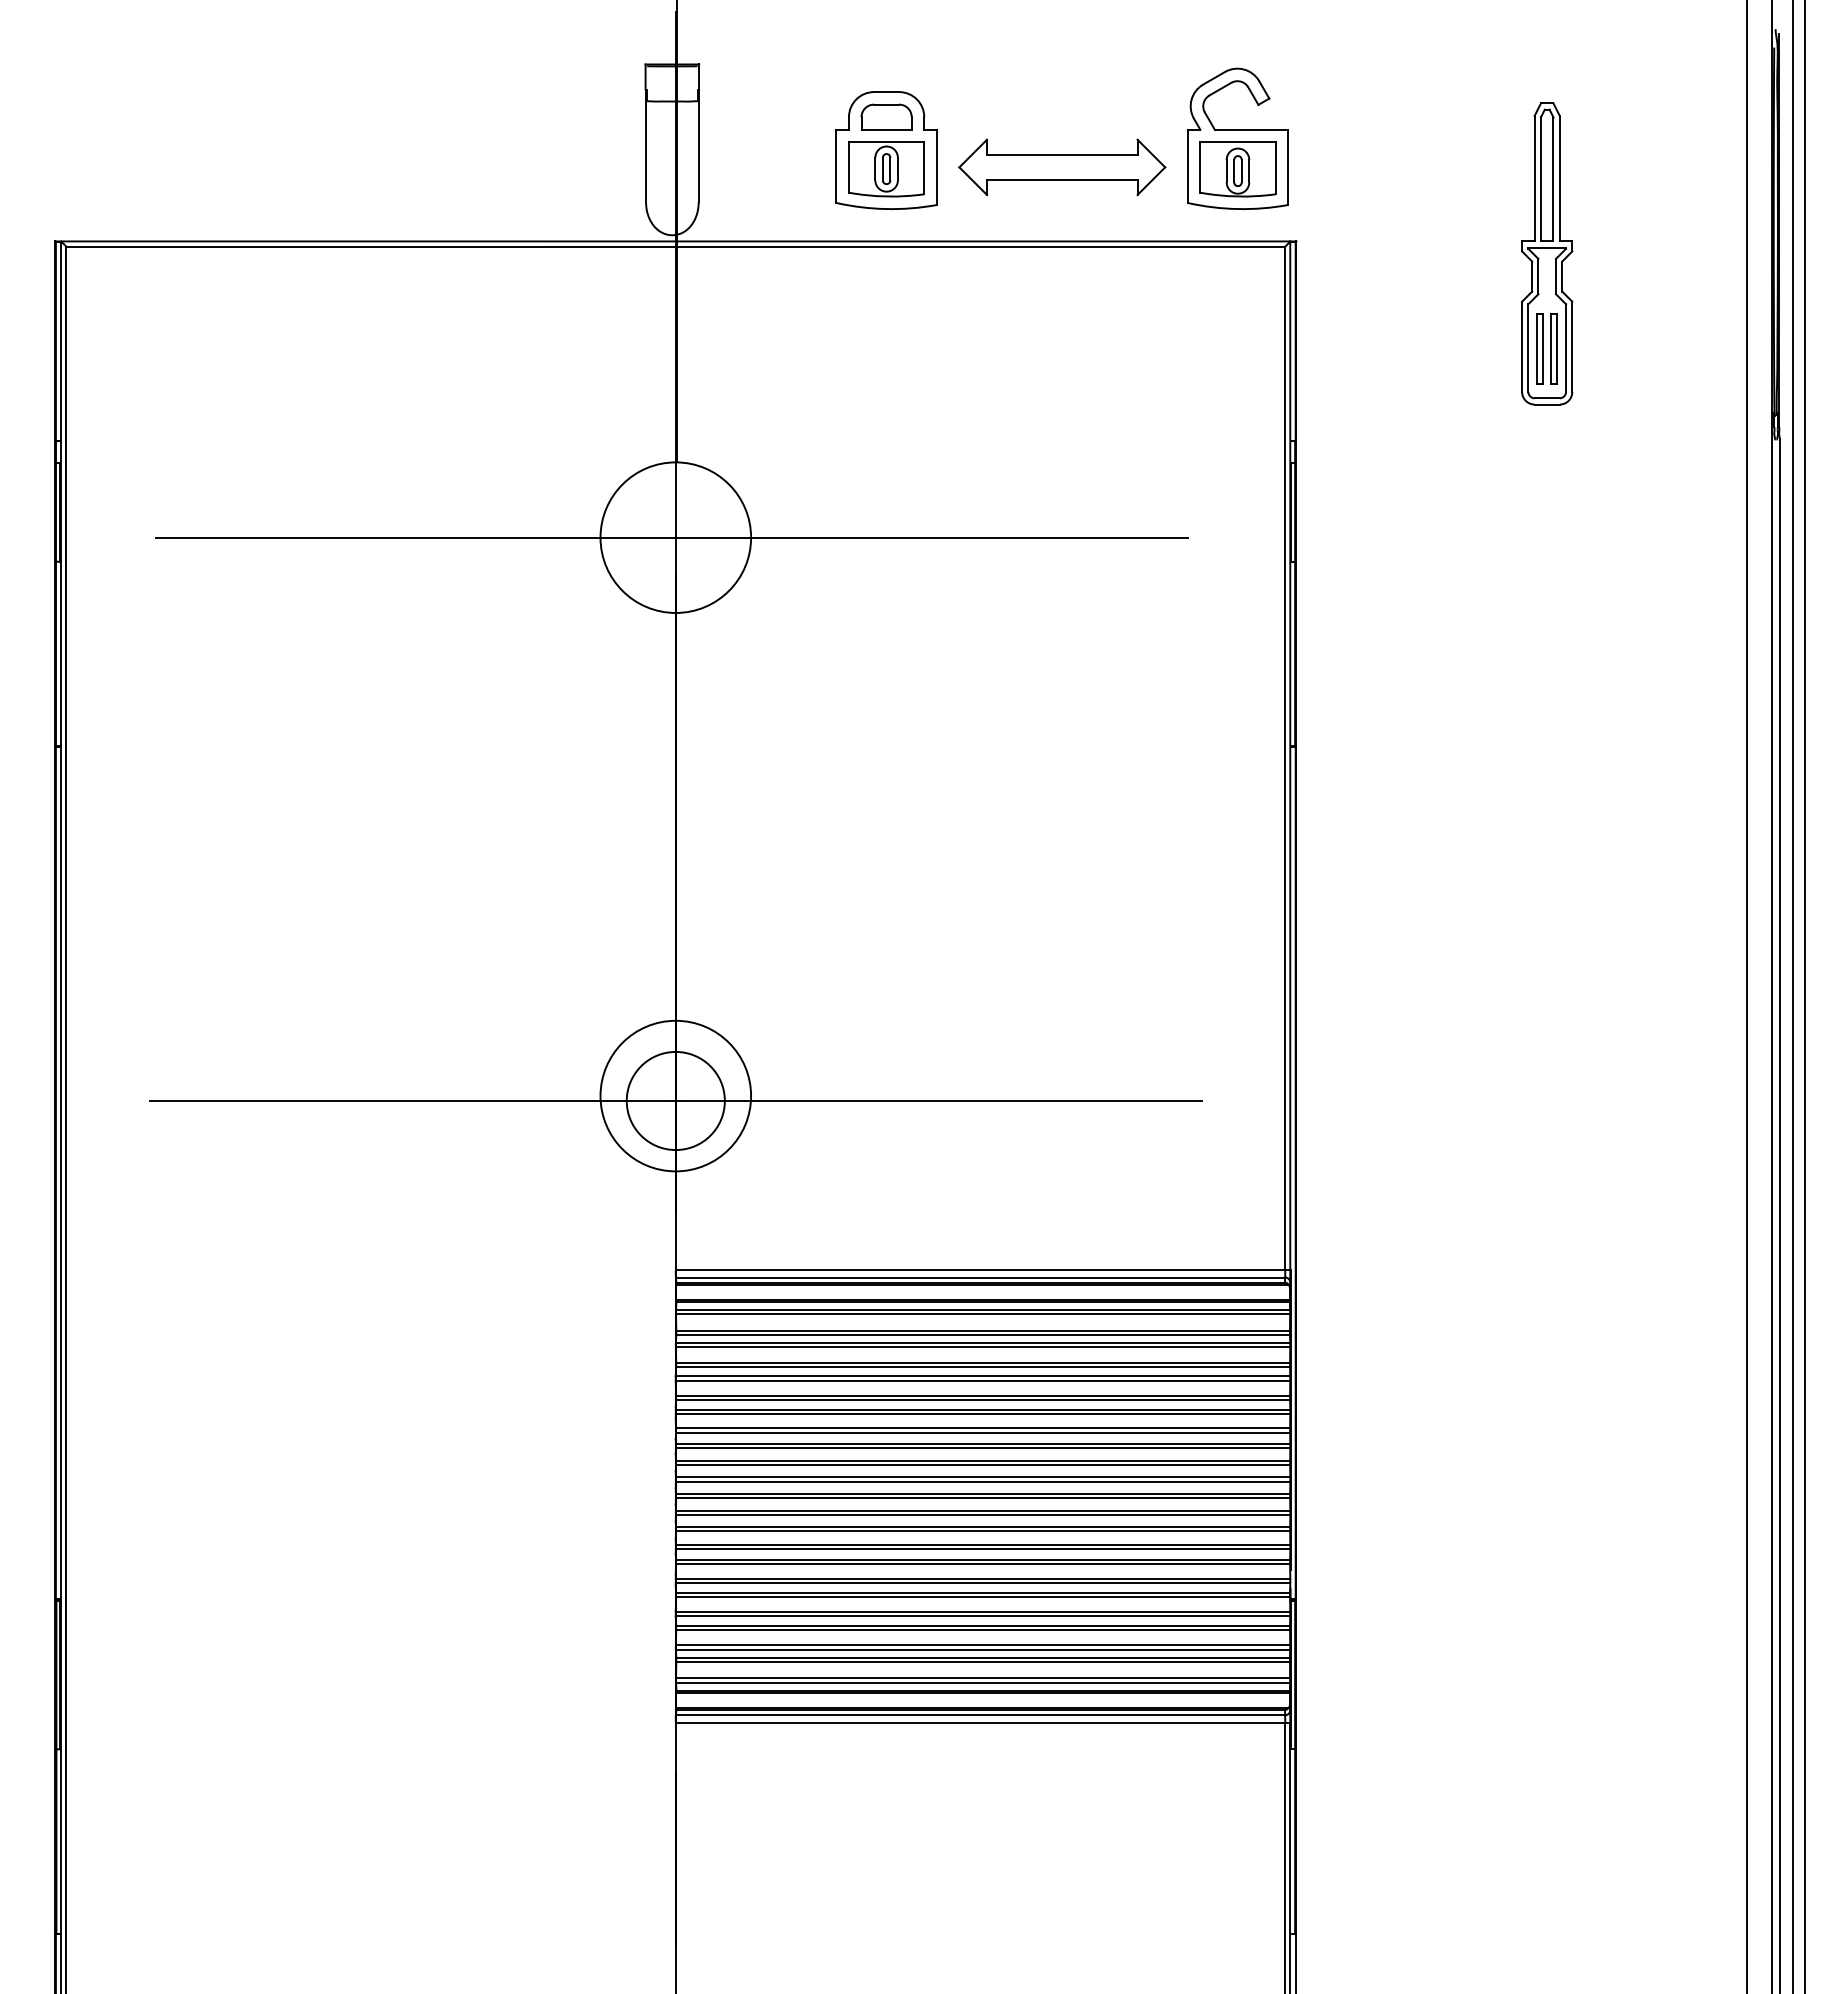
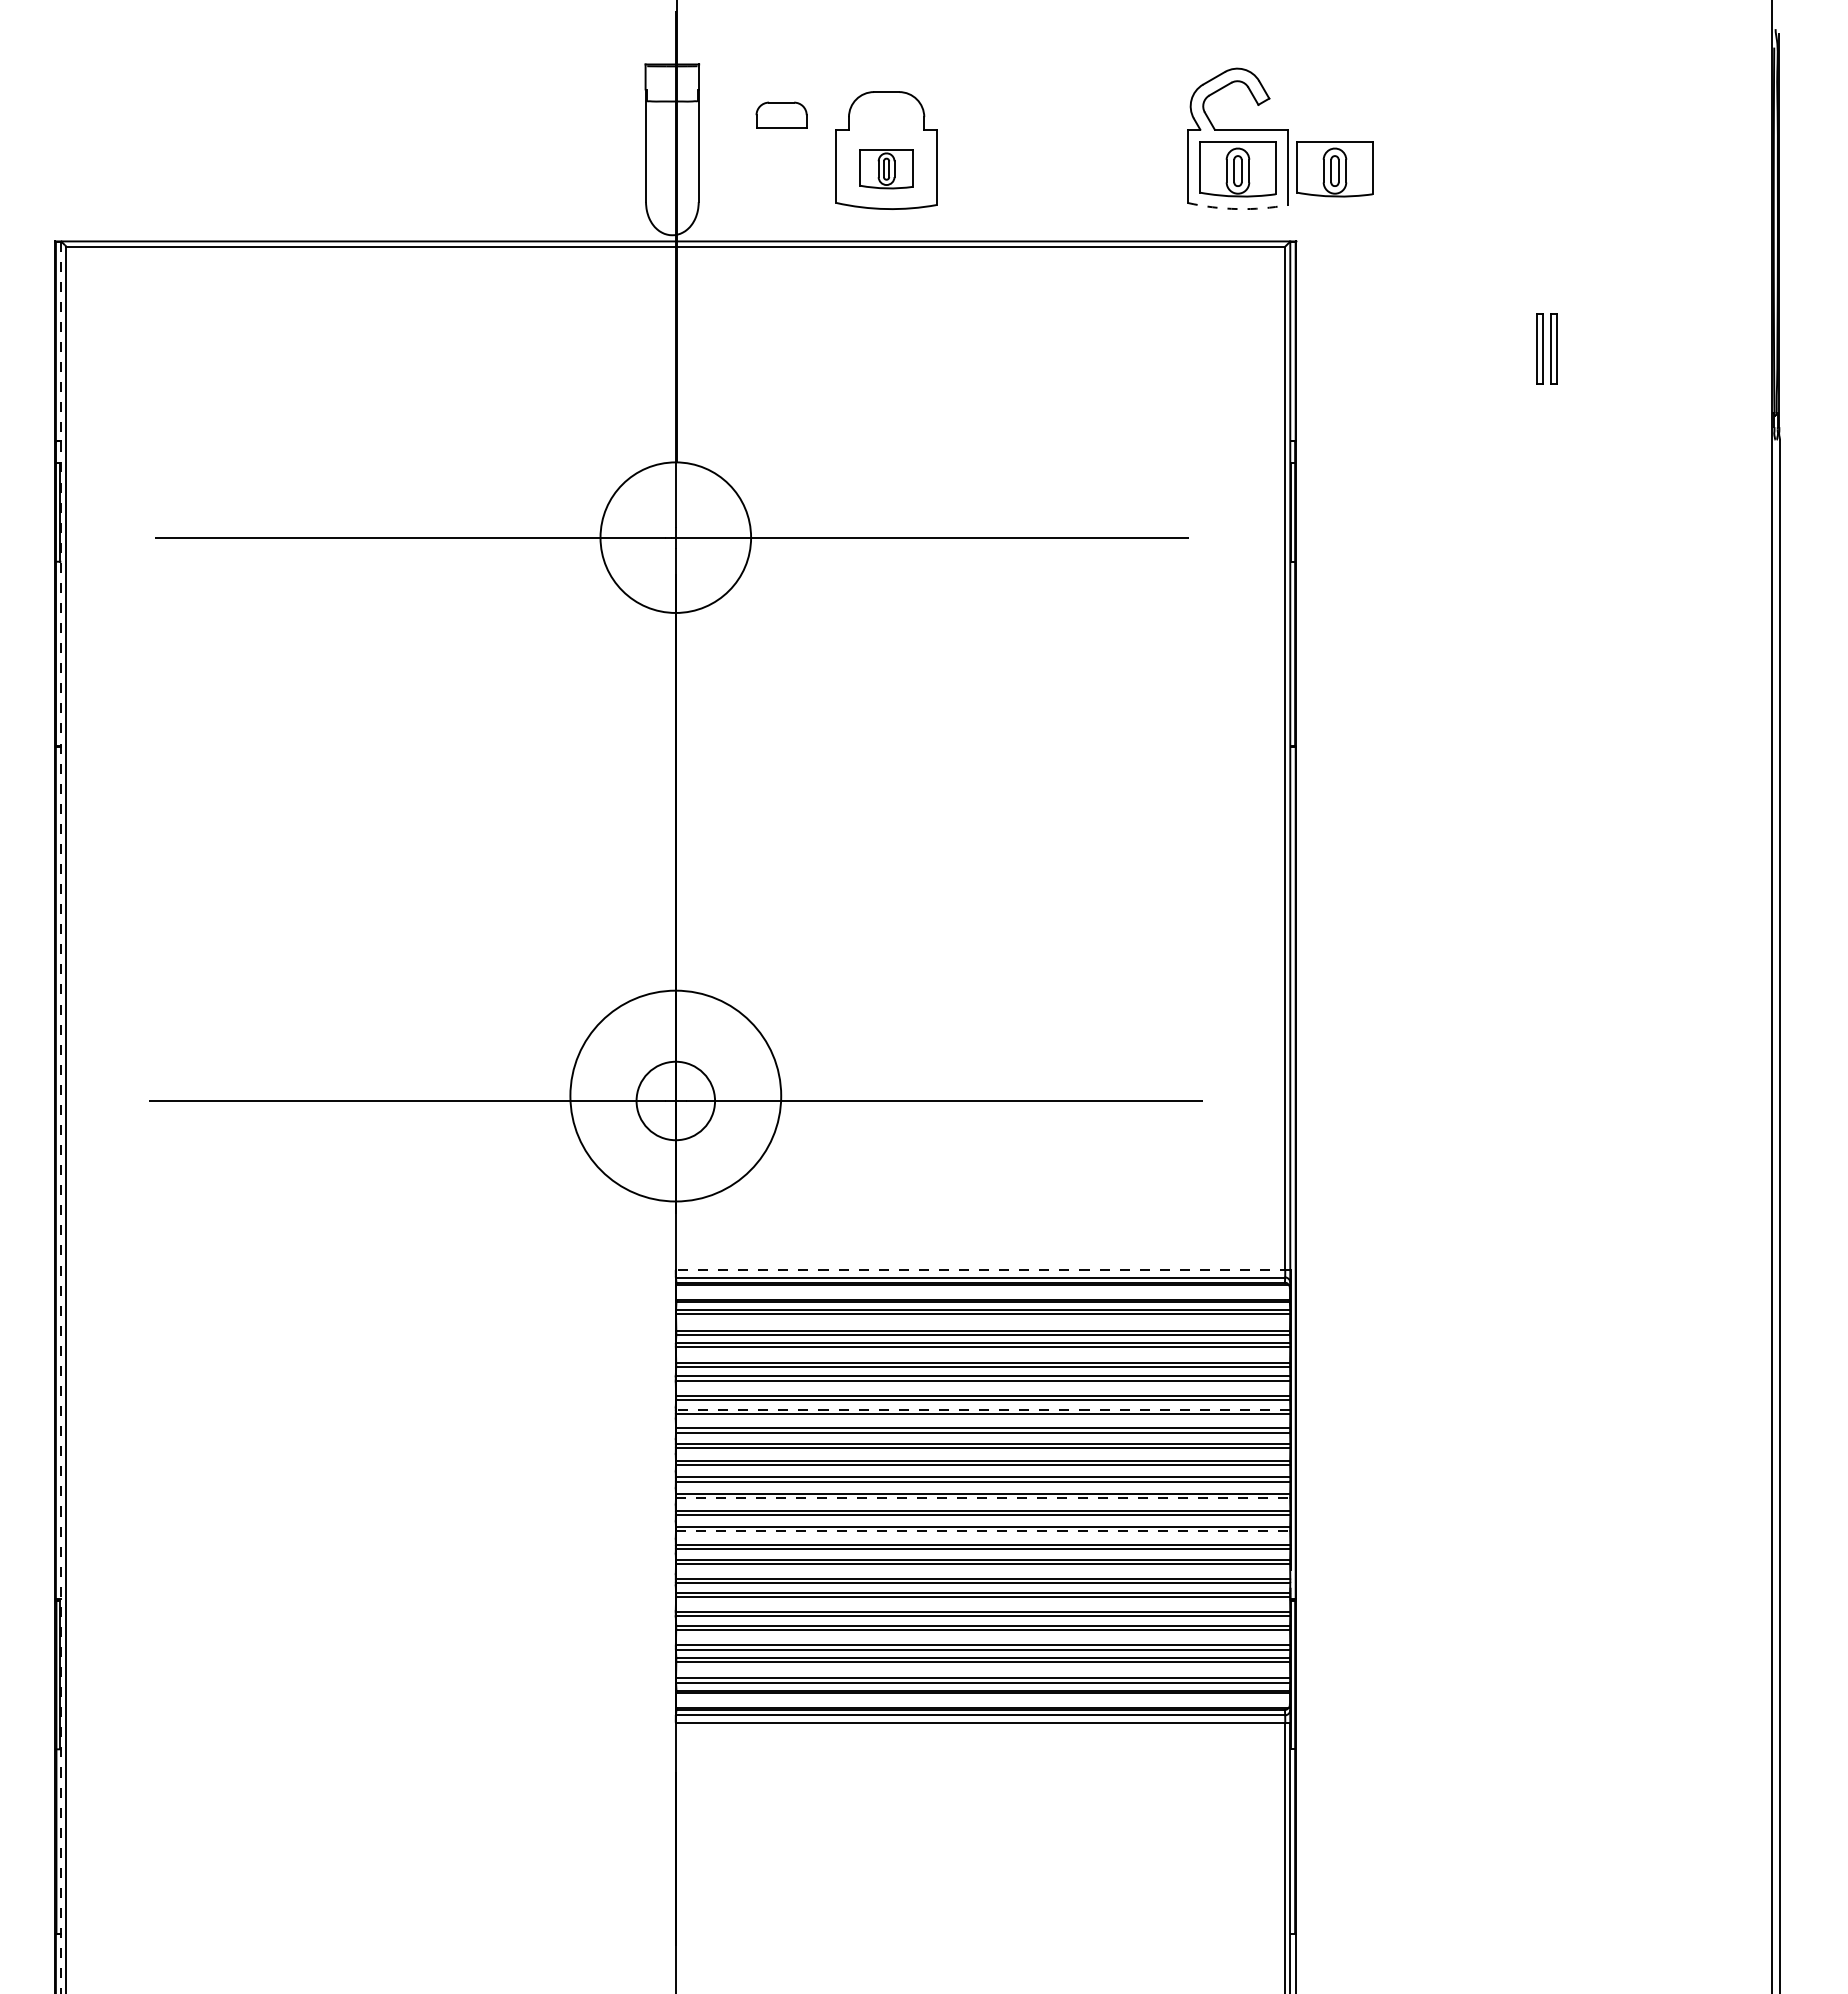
part at (886, 116) position: (886, 116) -> (781, 114)
part at (1062, 166): present -> none
part at (886, 169) size: 77x57 px -> 55x41 px
part at (1334, 169): none -> present
arc at (1237, 209): solid -> dashed
part at (1547, 253): present -> none
line at (1747, 996): present -> none
line at (1792, 996): present -> none
line at (1805, 996): present -> none
circle at (675, 1095) diameter: 151 px -> 211 px
circle at (675, 1100) diameter: 98 px -> 78 px
line at (61, 1117): solid -> dashed
line at (982, 1270): solid -> dashed
line at (982, 1409): solid -> dashed
line at (983, 1498): solid -> dashed
line at (983, 1531): solid -> dashed
